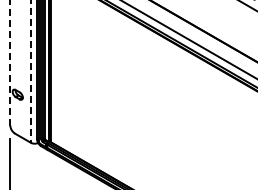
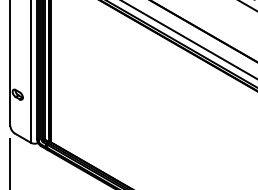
line at (10, 62): dashed -> solid
line at (30, 72): dashed -> solid
